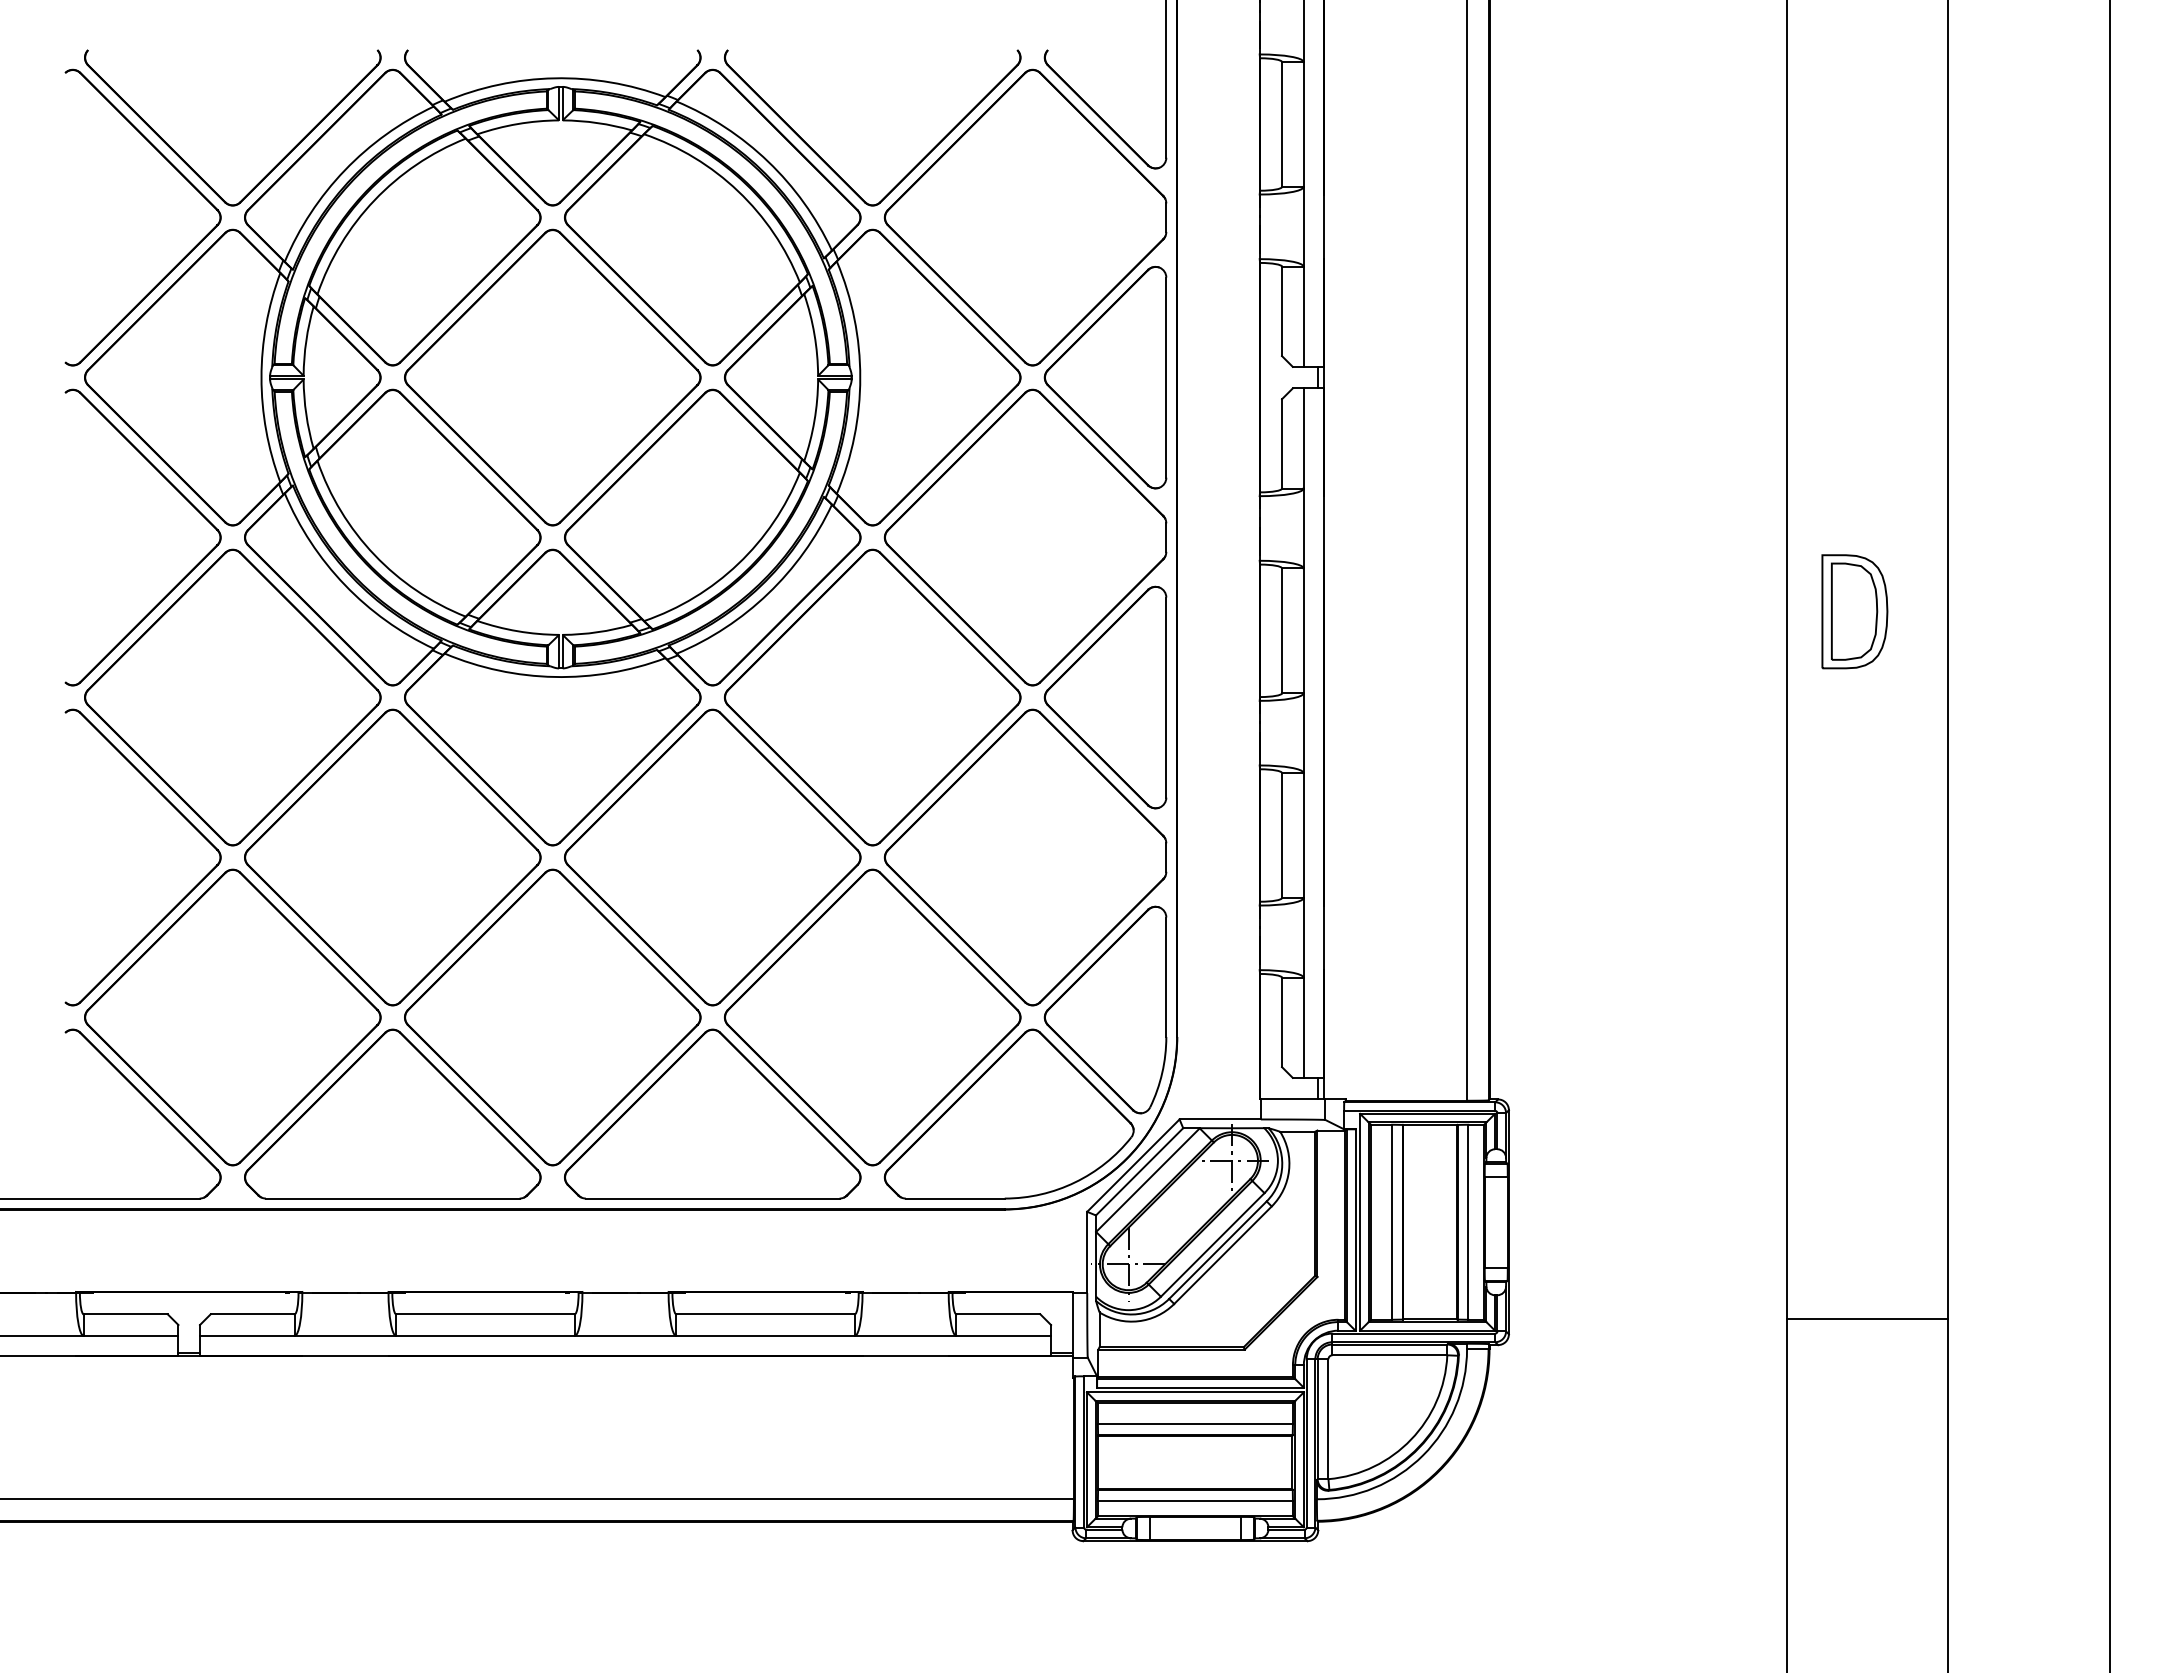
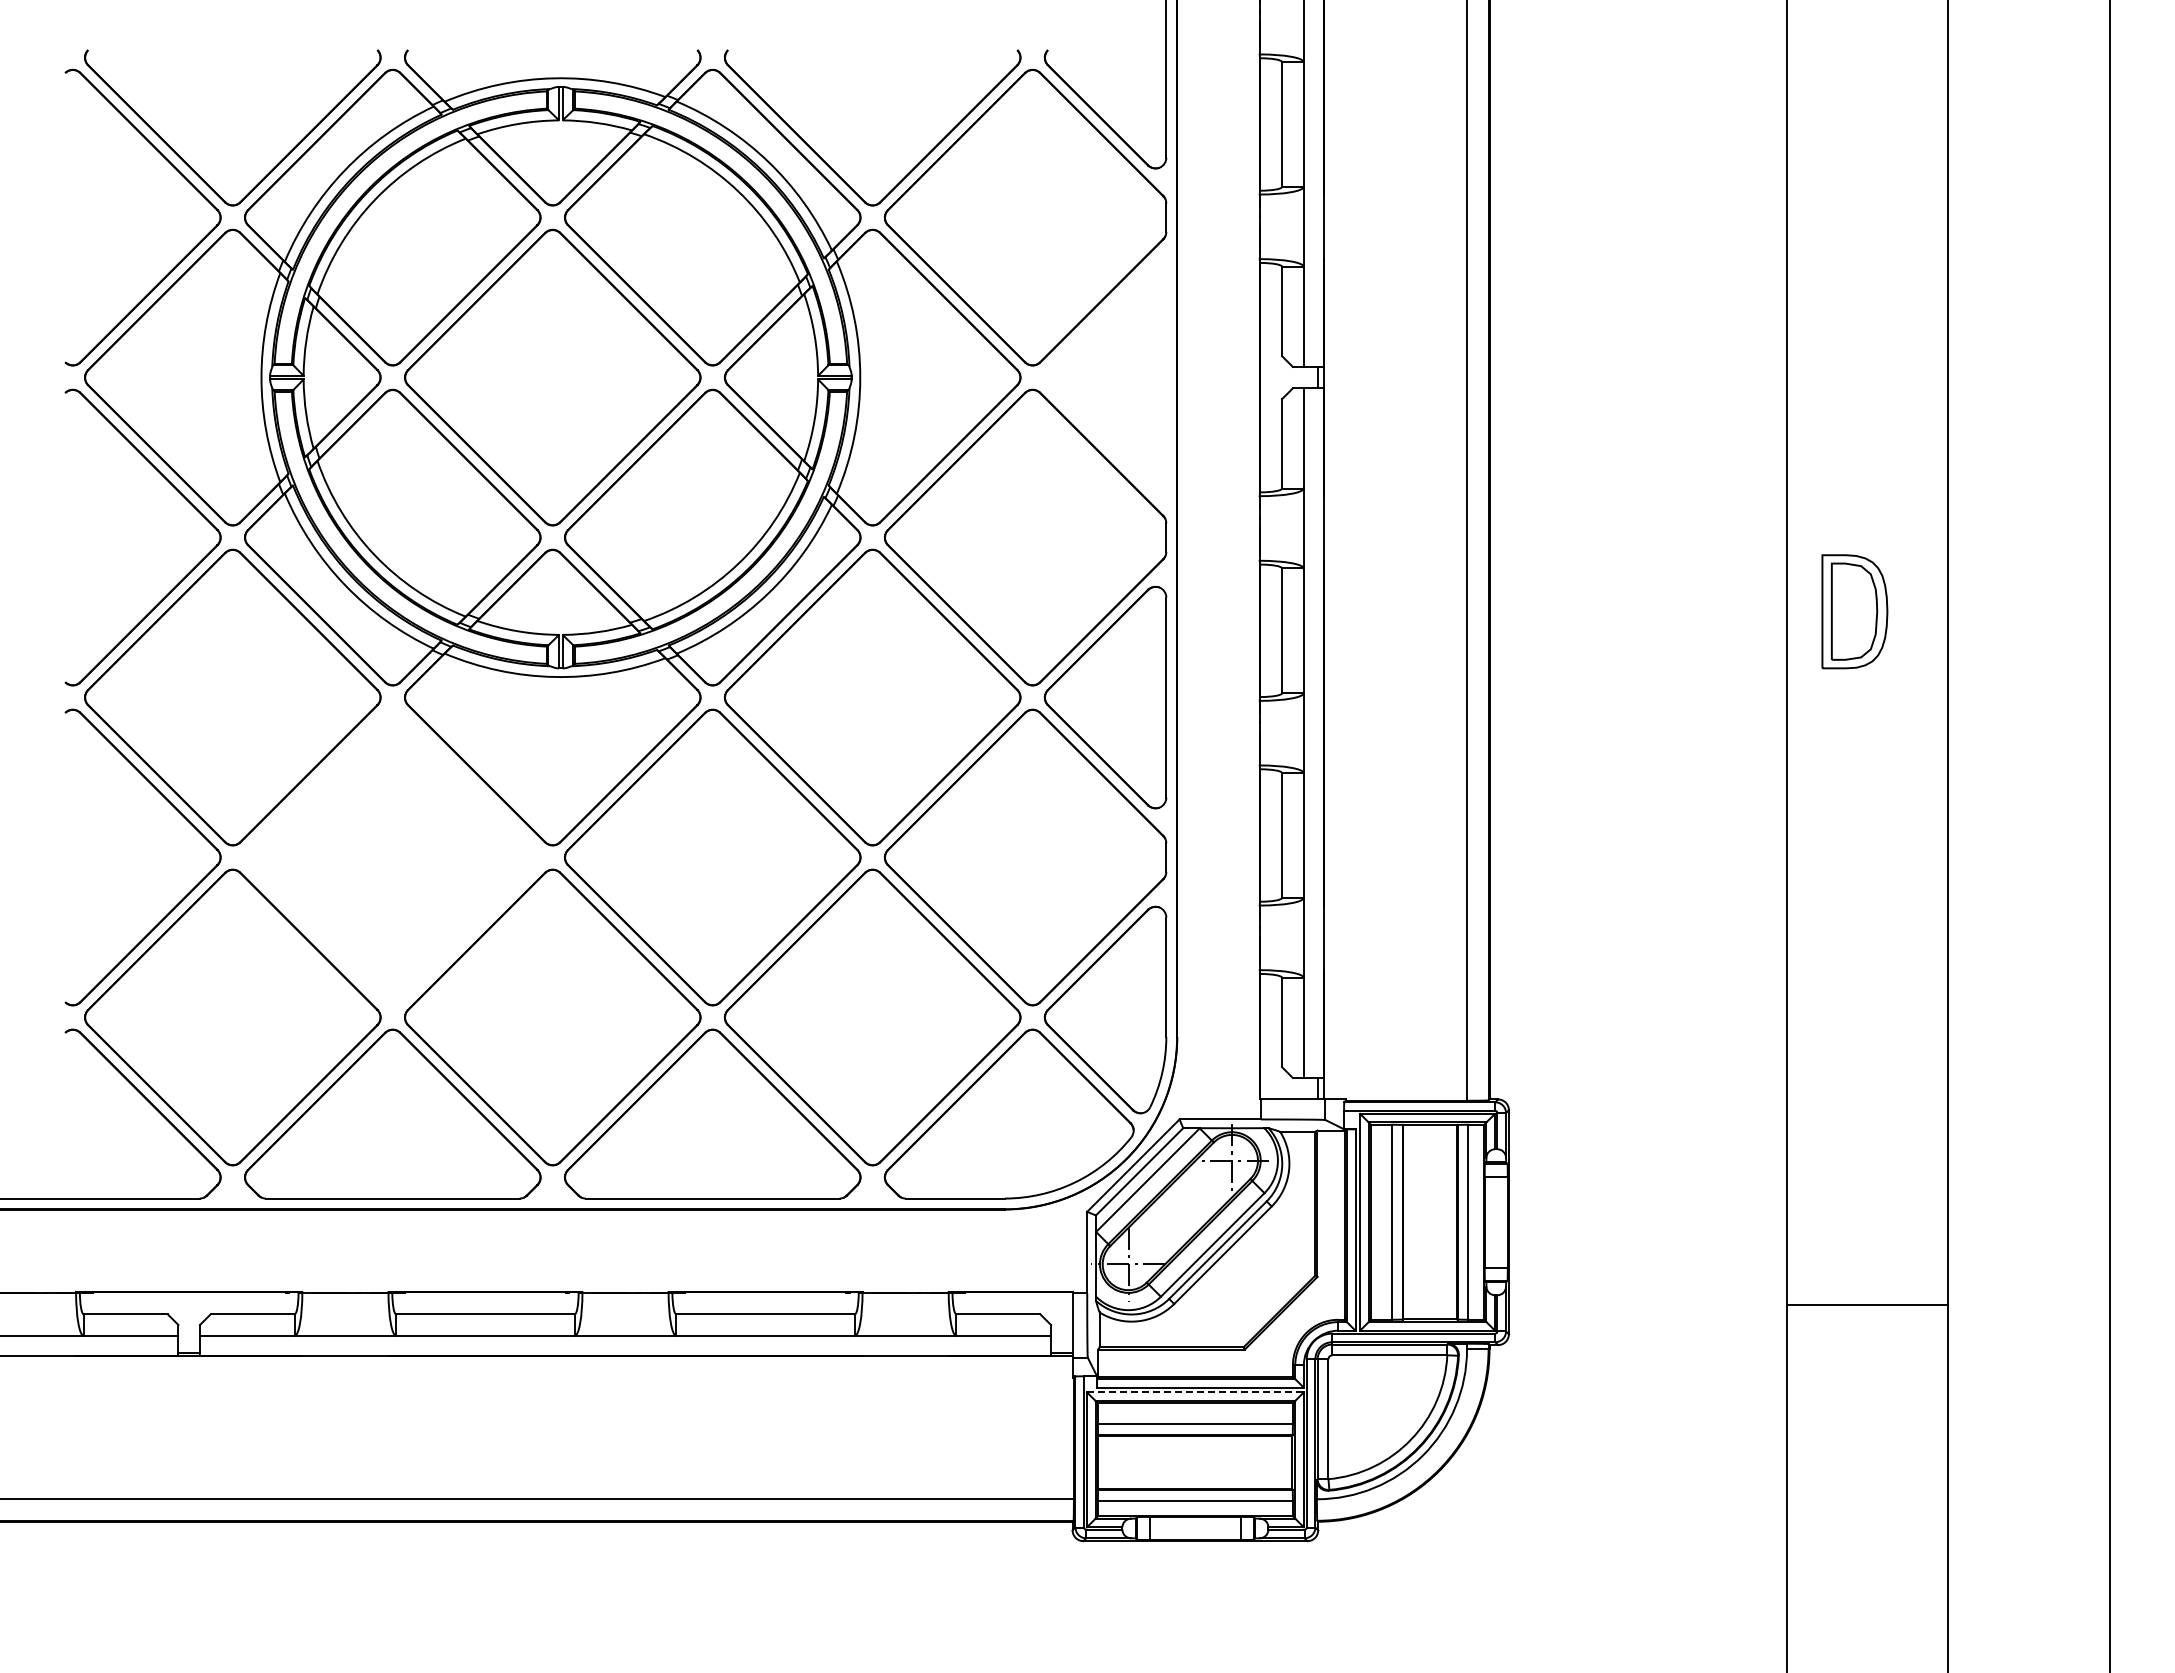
part at (1105, 377): present -> none
part at (392, 857): present -> none
line at (1867, 1319) position: (1867, 1319) -> (1867, 1305)
line at (1195, 1392): solid -> dashed
